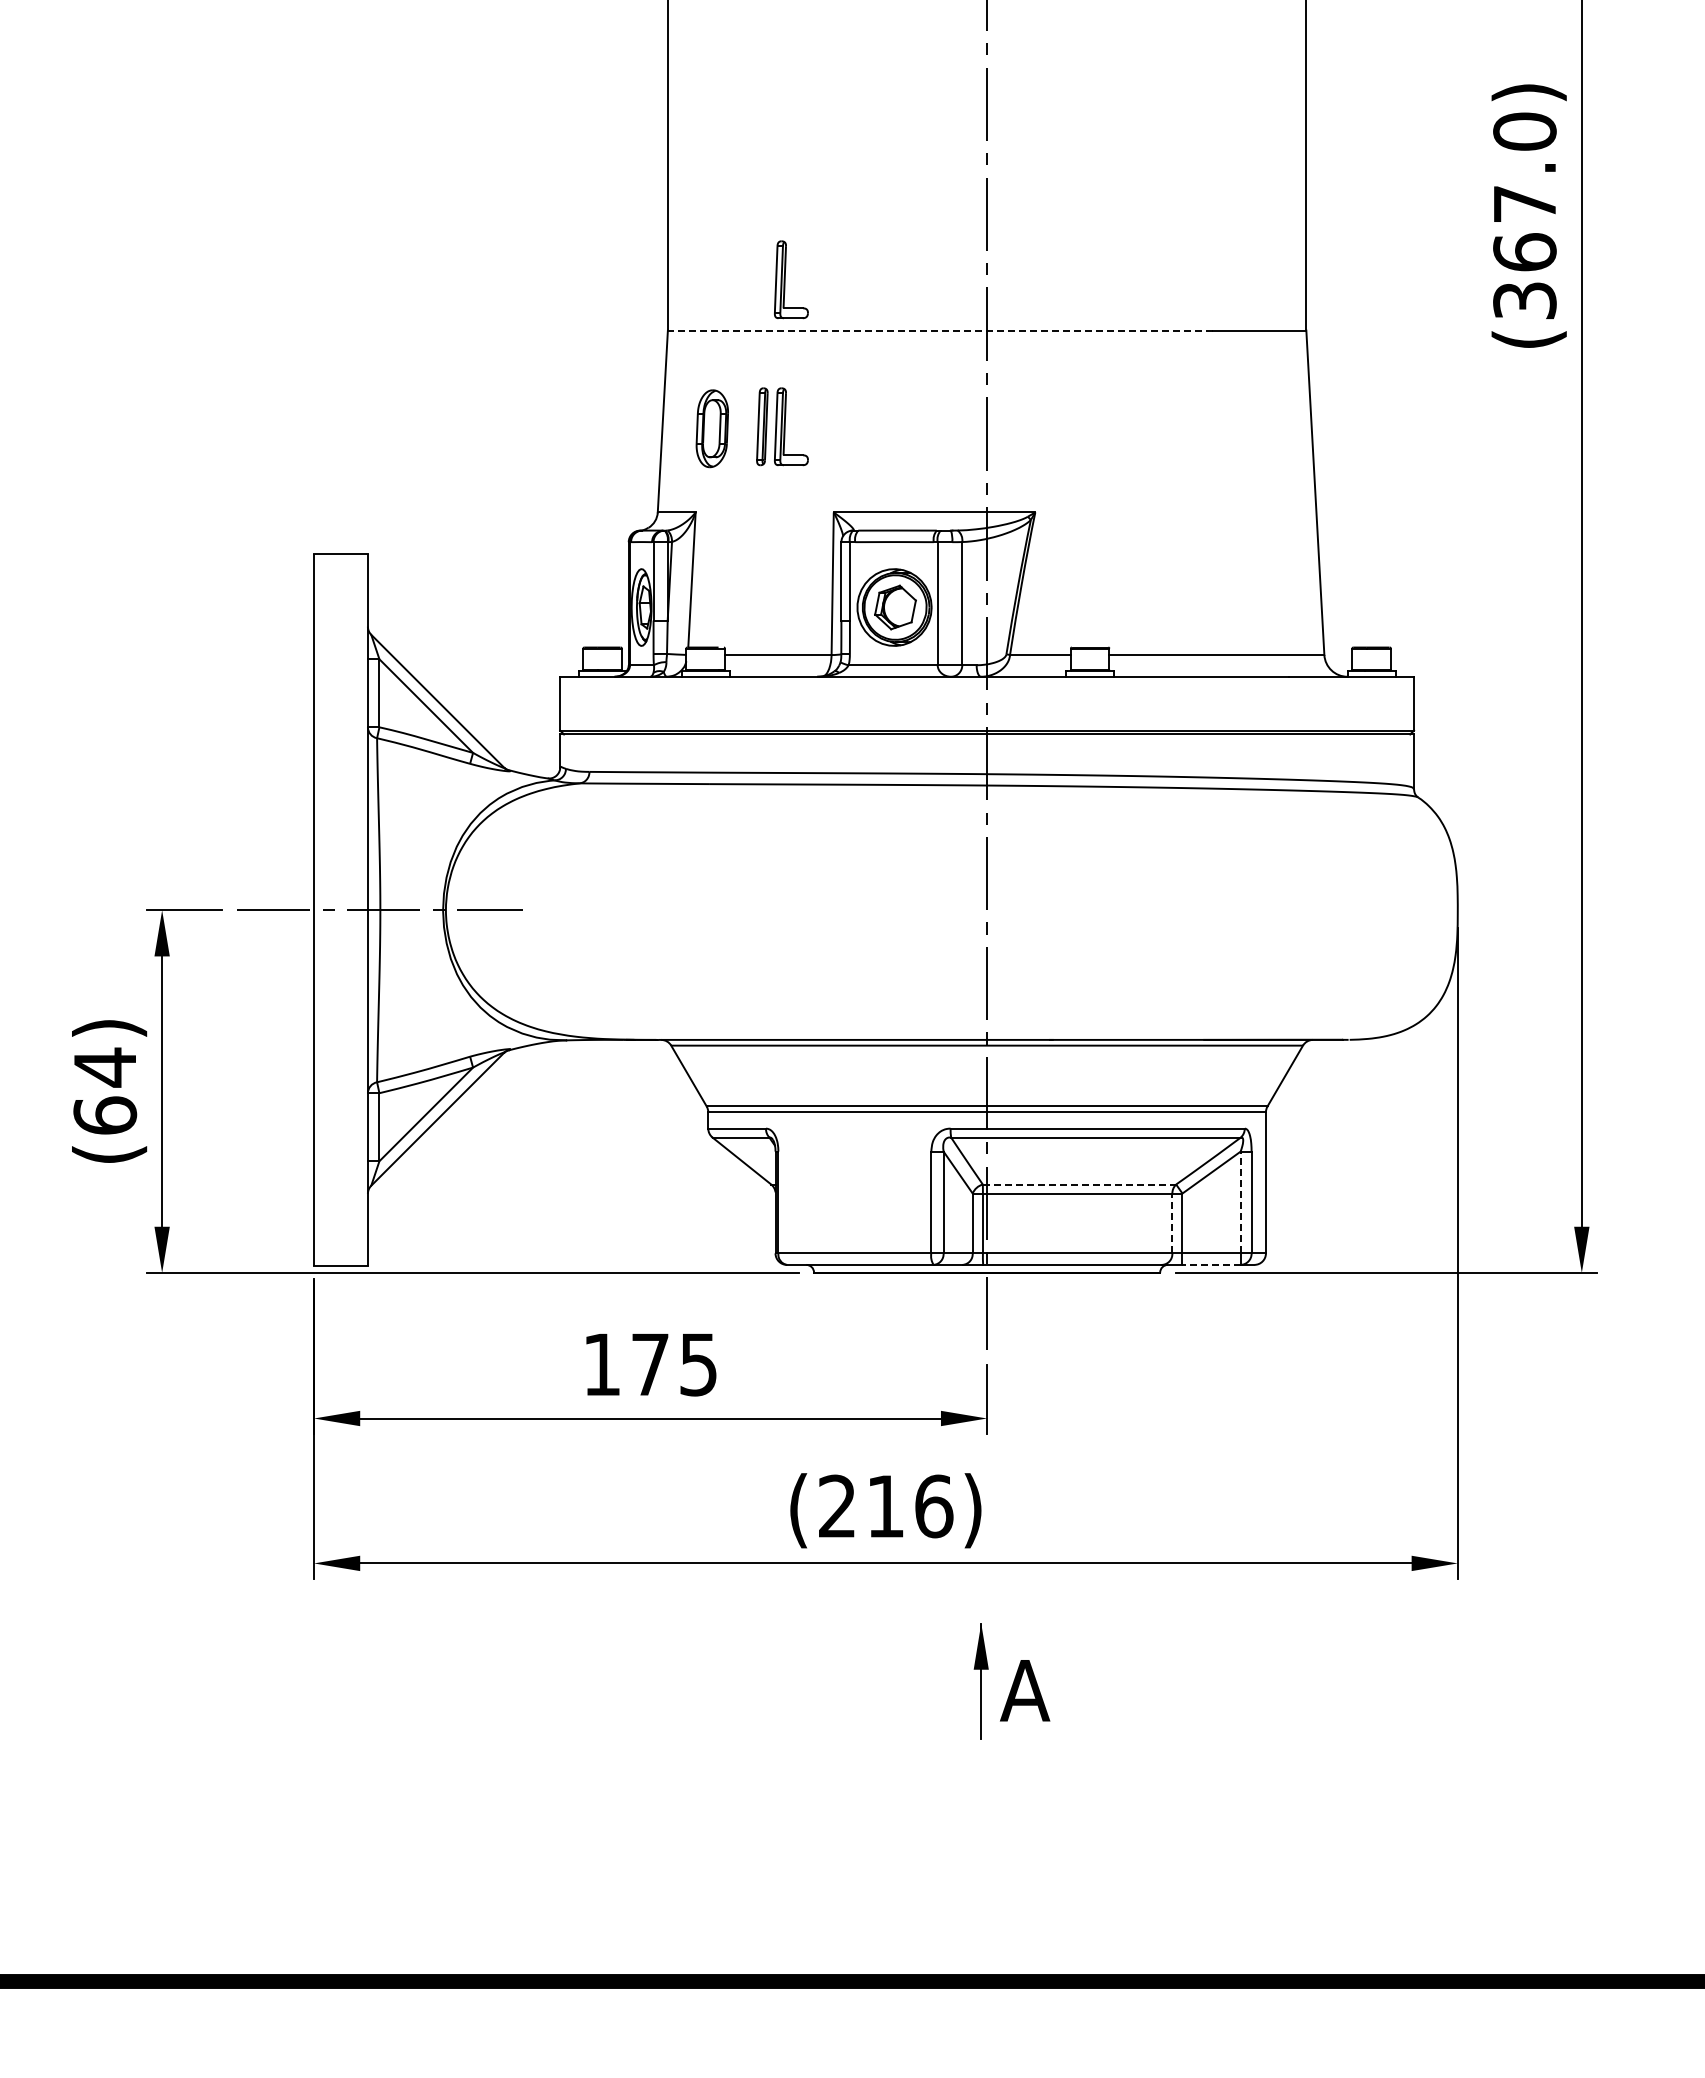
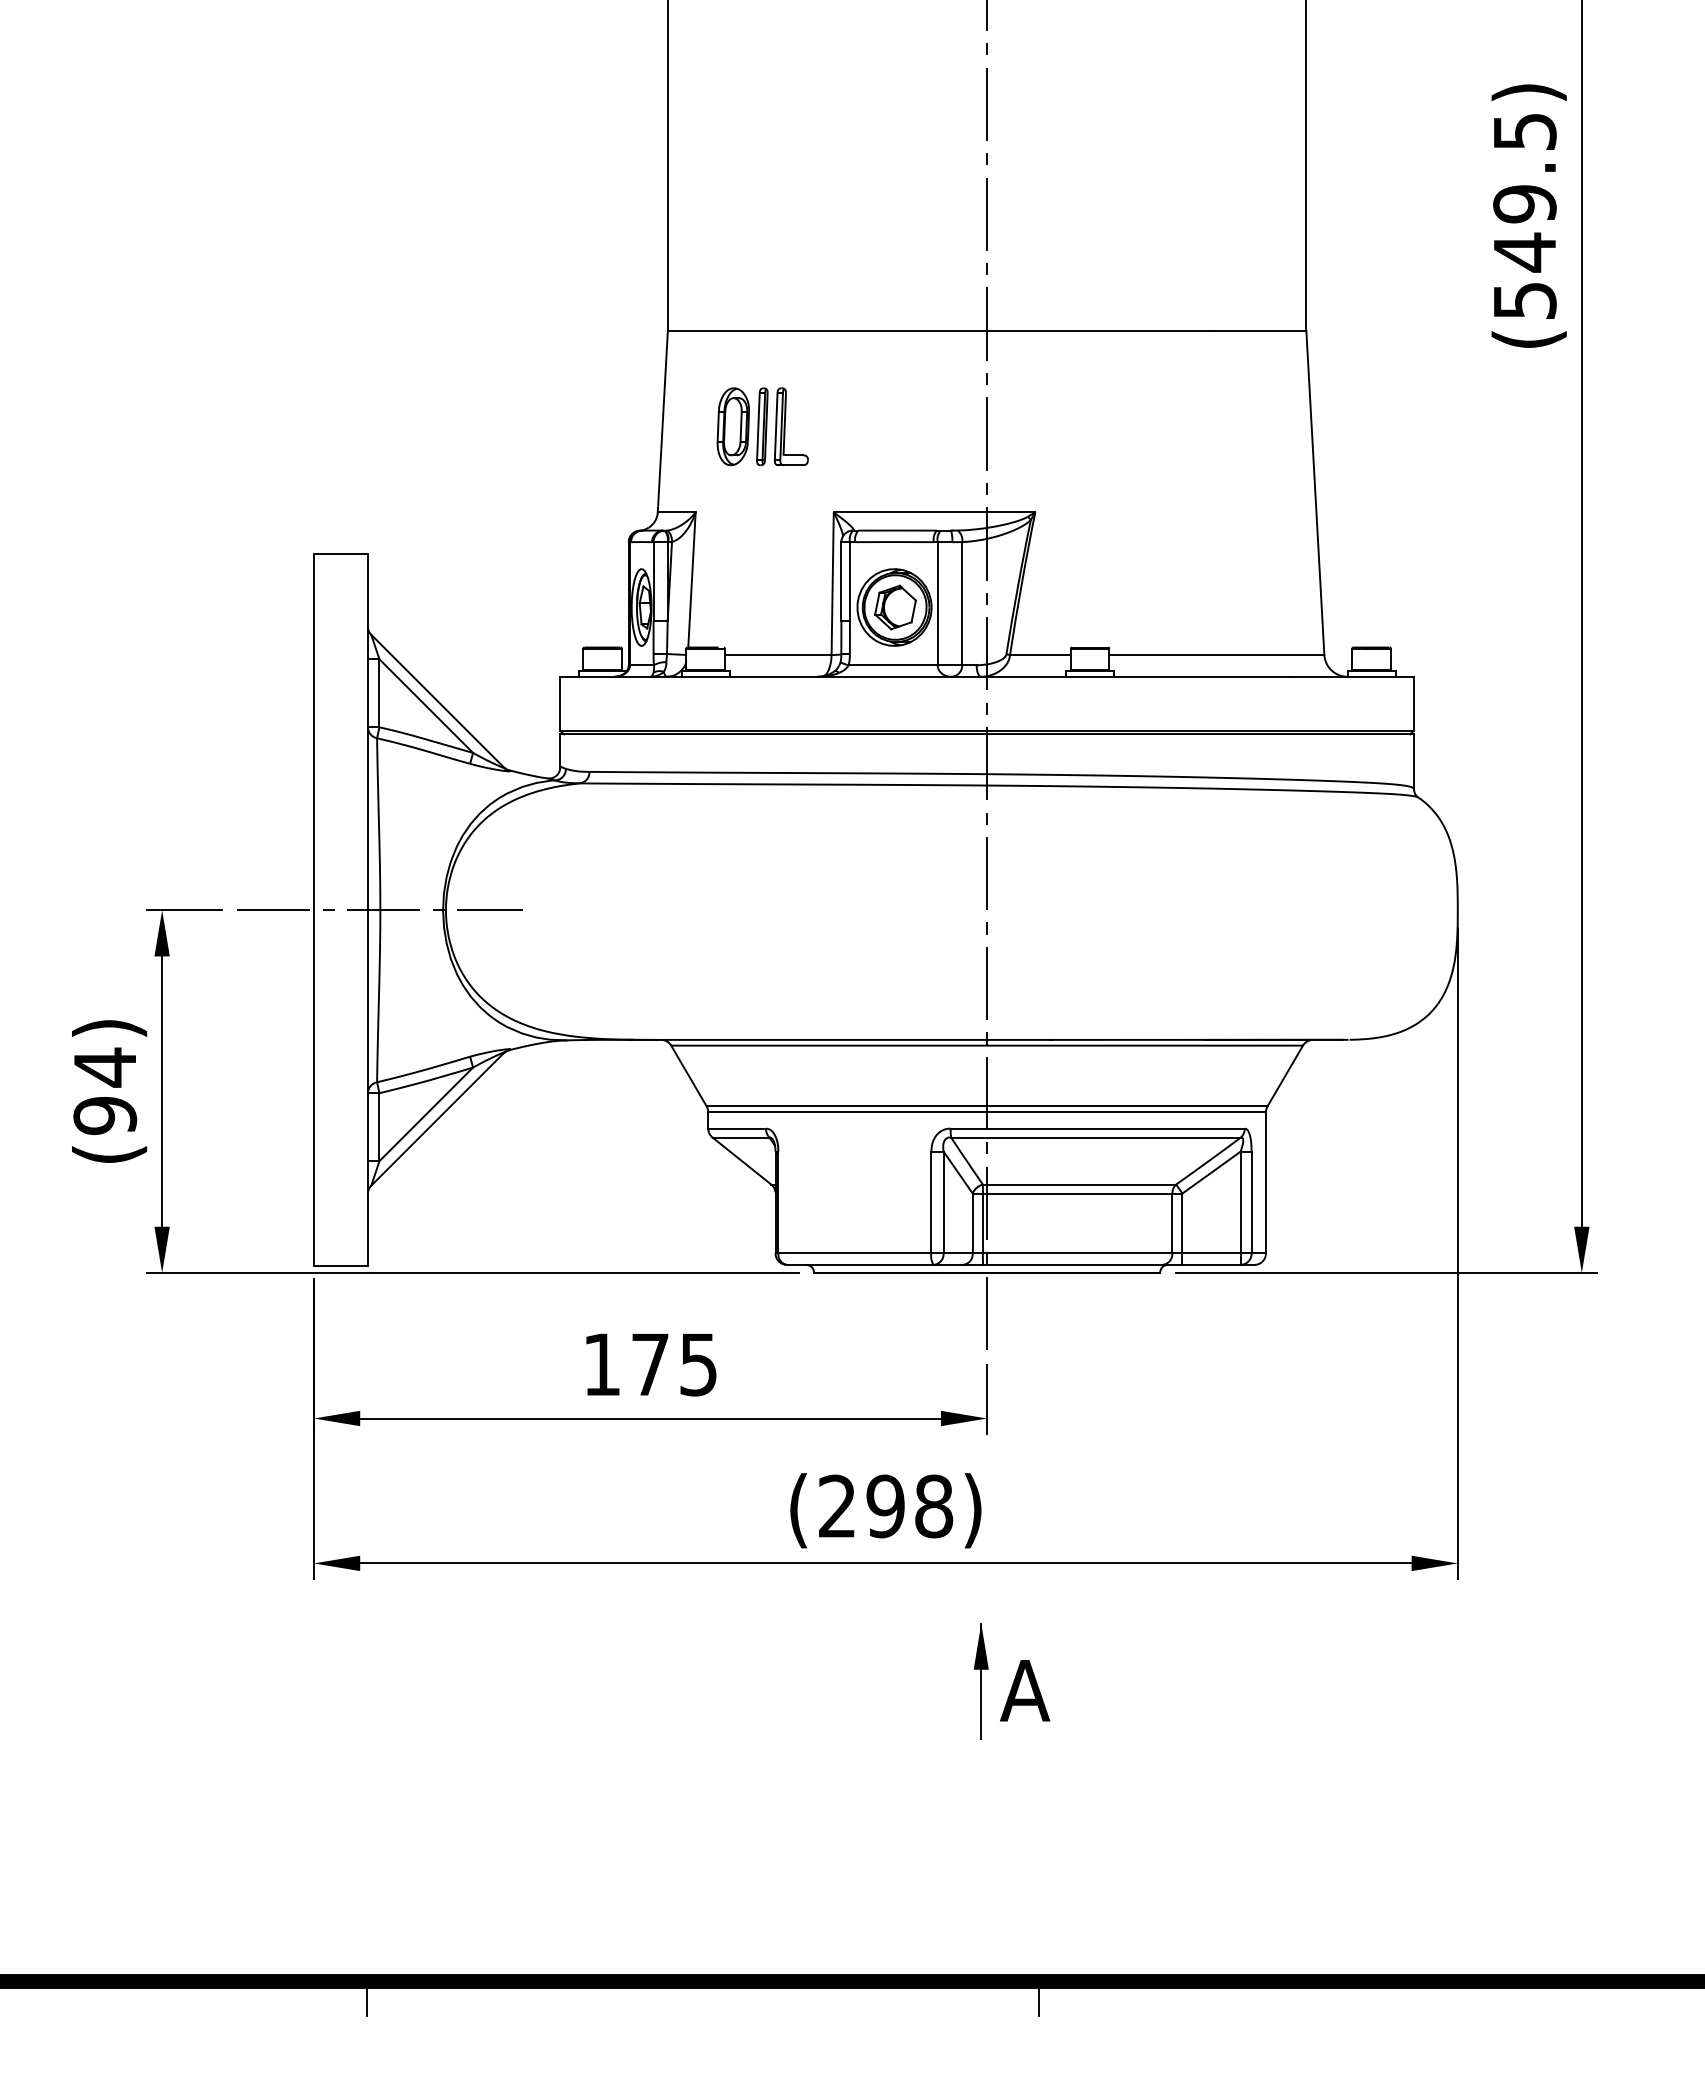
text at (1524, 215): (367.0) -> (549.5)
part at (791, 279): present -> none
line at (939, 330): dashed -> solid
part at (711, 428) position: (711, 428) -> (732, 426)
text at (105, 1115): (64) -> (94)
line at (1079, 1184): dashed -> solid
line at (1240, 1202): dashed -> solid
line at (1172, 1223): dashed -> solid
line at (1211, 1264): dashed -> solid
text at (909, 1506): (216) -> (298)
line at (367, 2001): none -> present
line at (1039, 2001): none -> present
